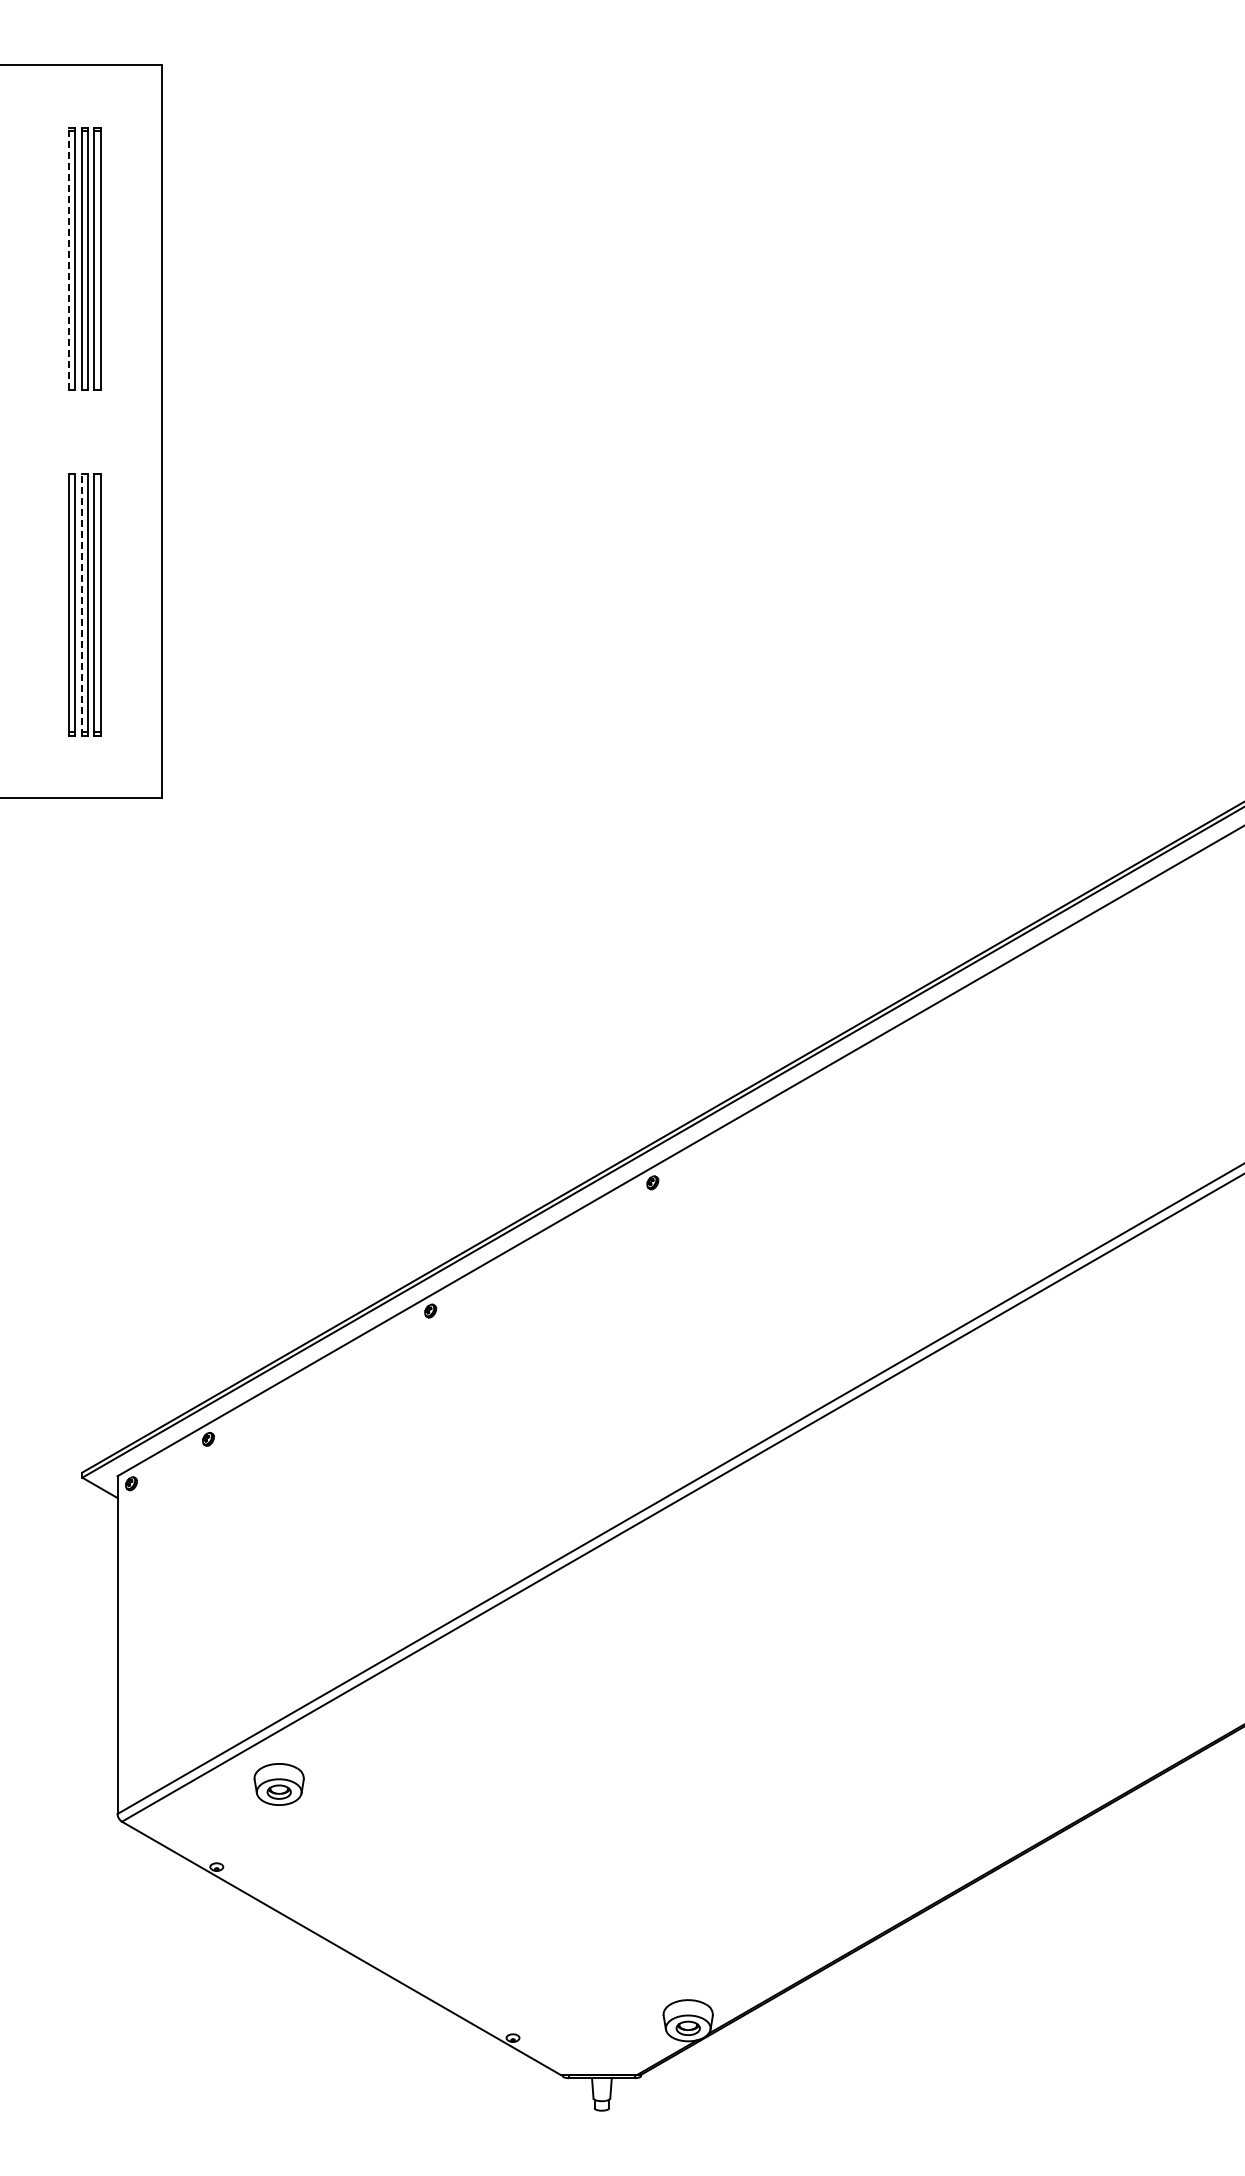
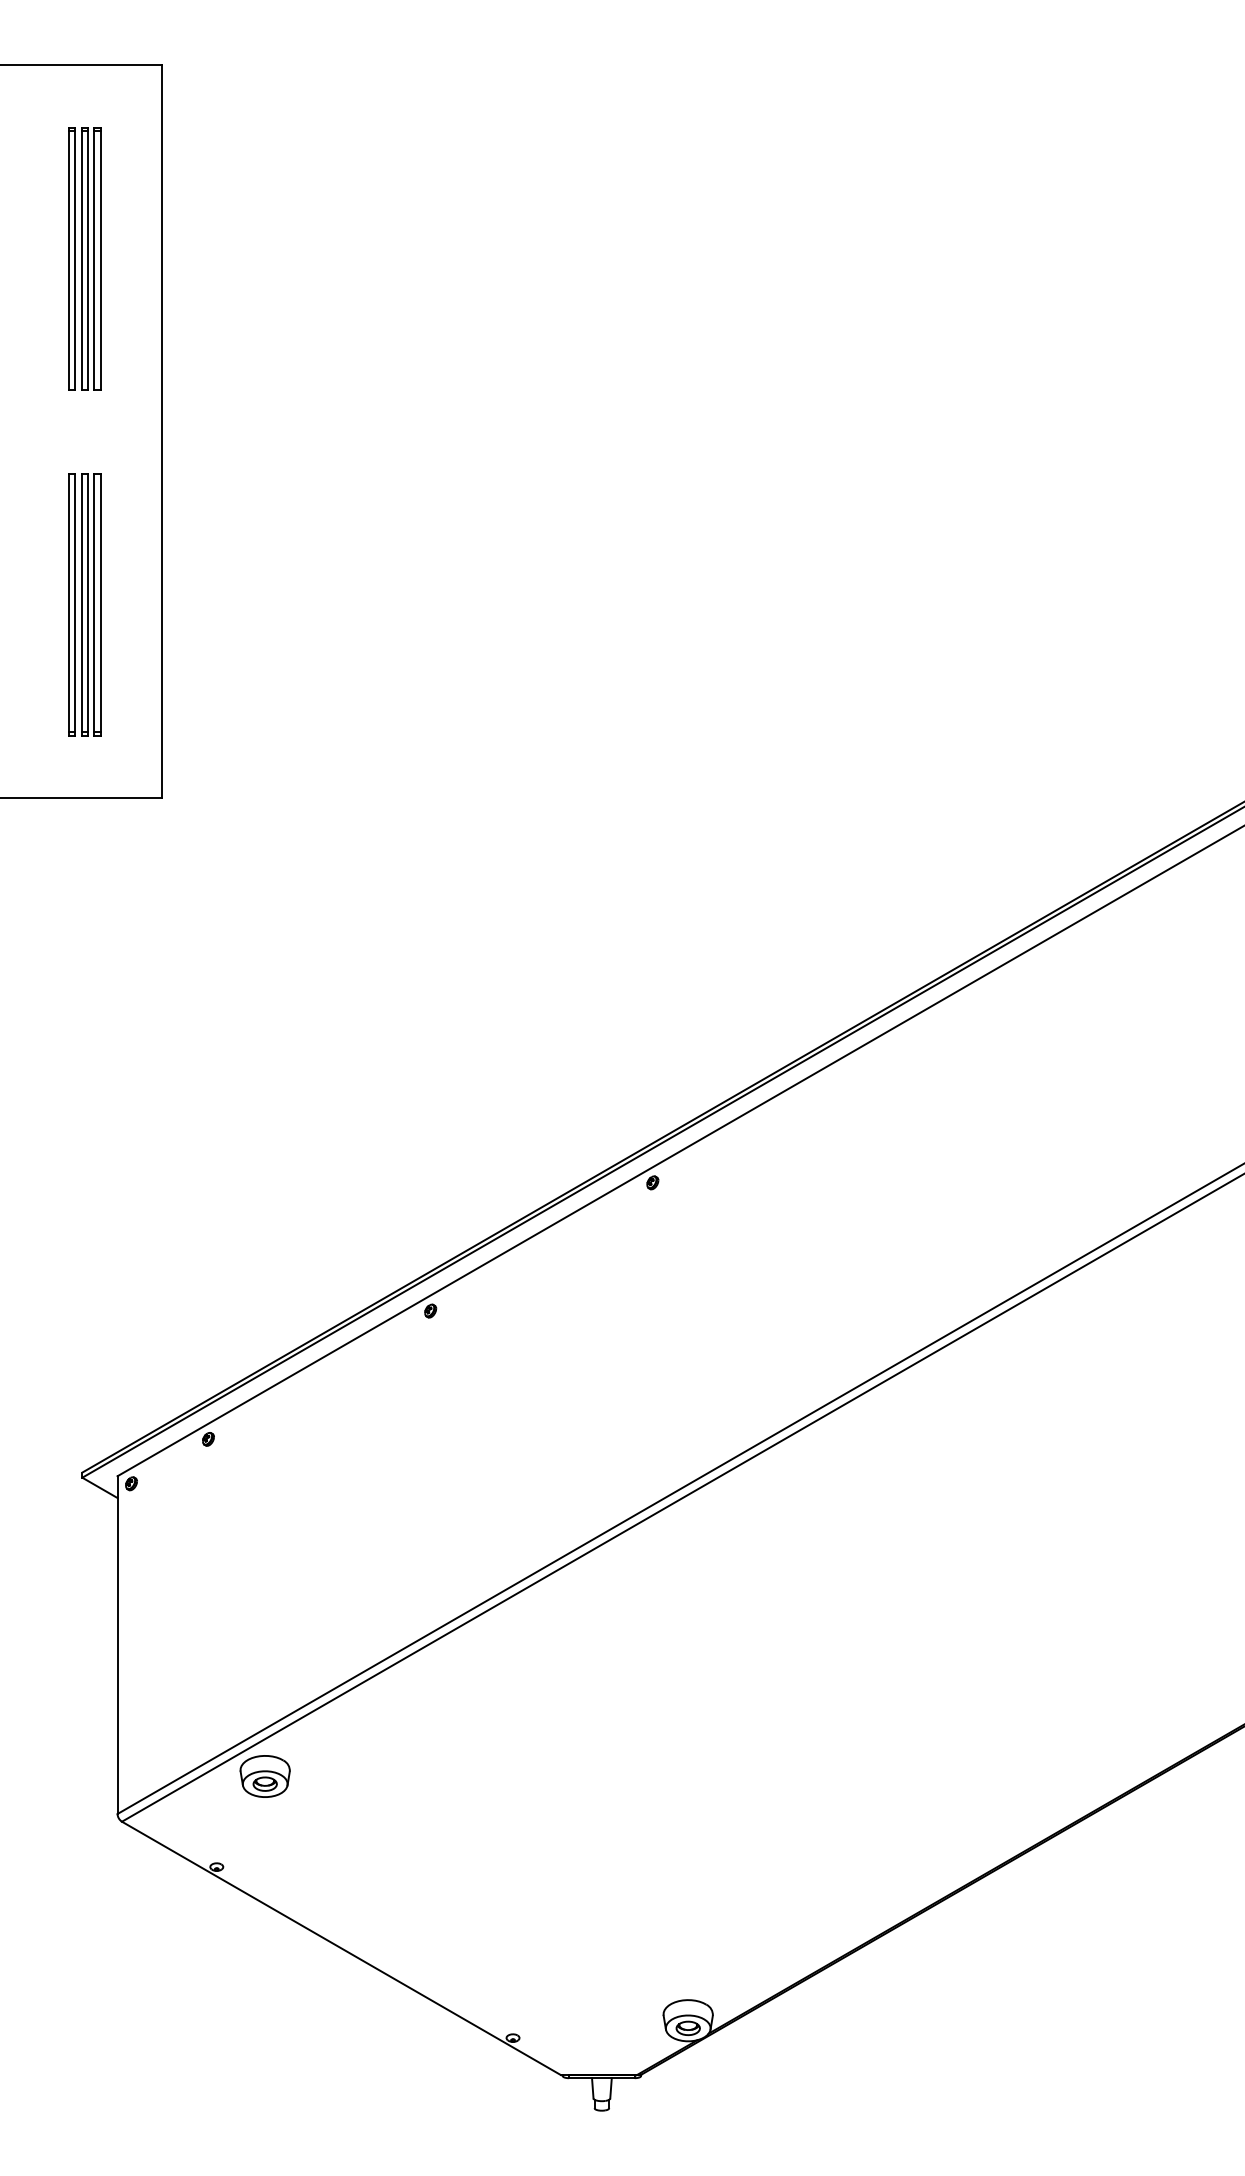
line at (69, 259): dashed -> solid
line at (81, 604): dashed -> solid
part at (278, 1784) position: (278, 1784) -> (264, 1776)
